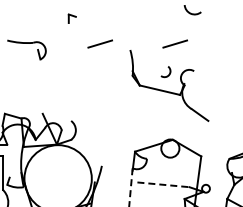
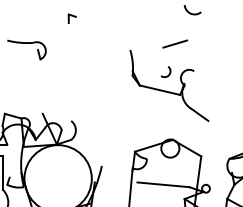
line at (99, 43): present -> none
line at (163, 184): dashed -> solid
line at (130, 188): dashed -> solid
